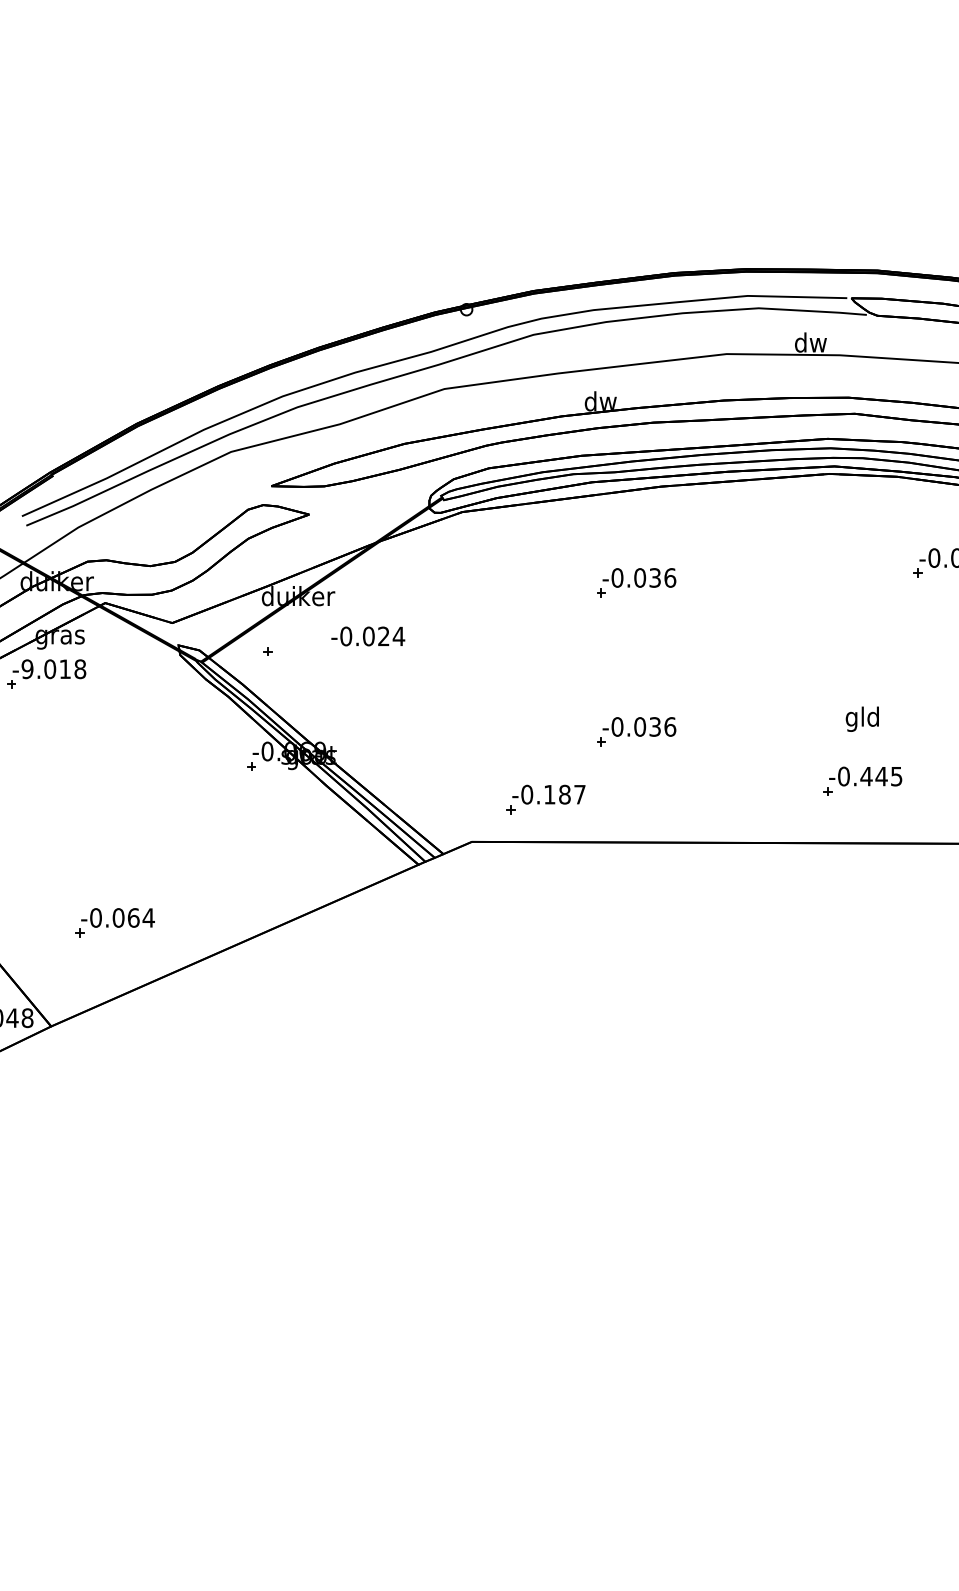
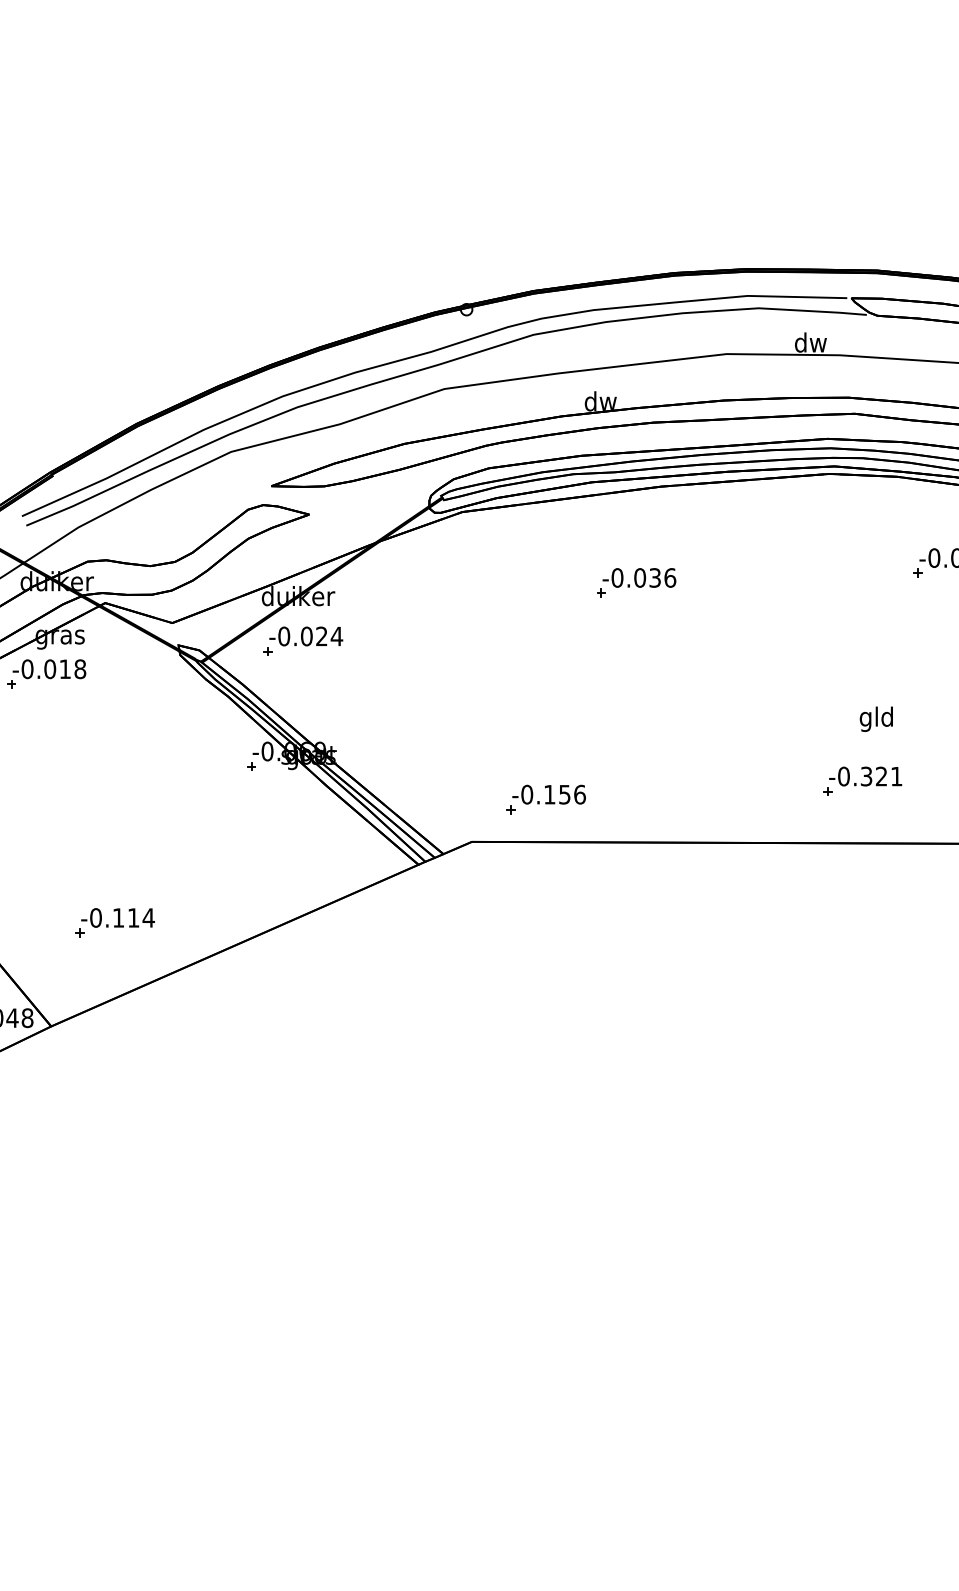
text at (368, 636) position: (368, 636) -> (306, 636)
text at (27, 669): -9.018 -> -0.018
text at (861, 718) position: (861, 718) -> (875, 718)
part at (636, 731): present -> none
text at (881, 776): -0.445 -> -0.321
text at (572, 794): -0.187 -> -0.156
text at (125, 917): -0.064 -> -0.114
